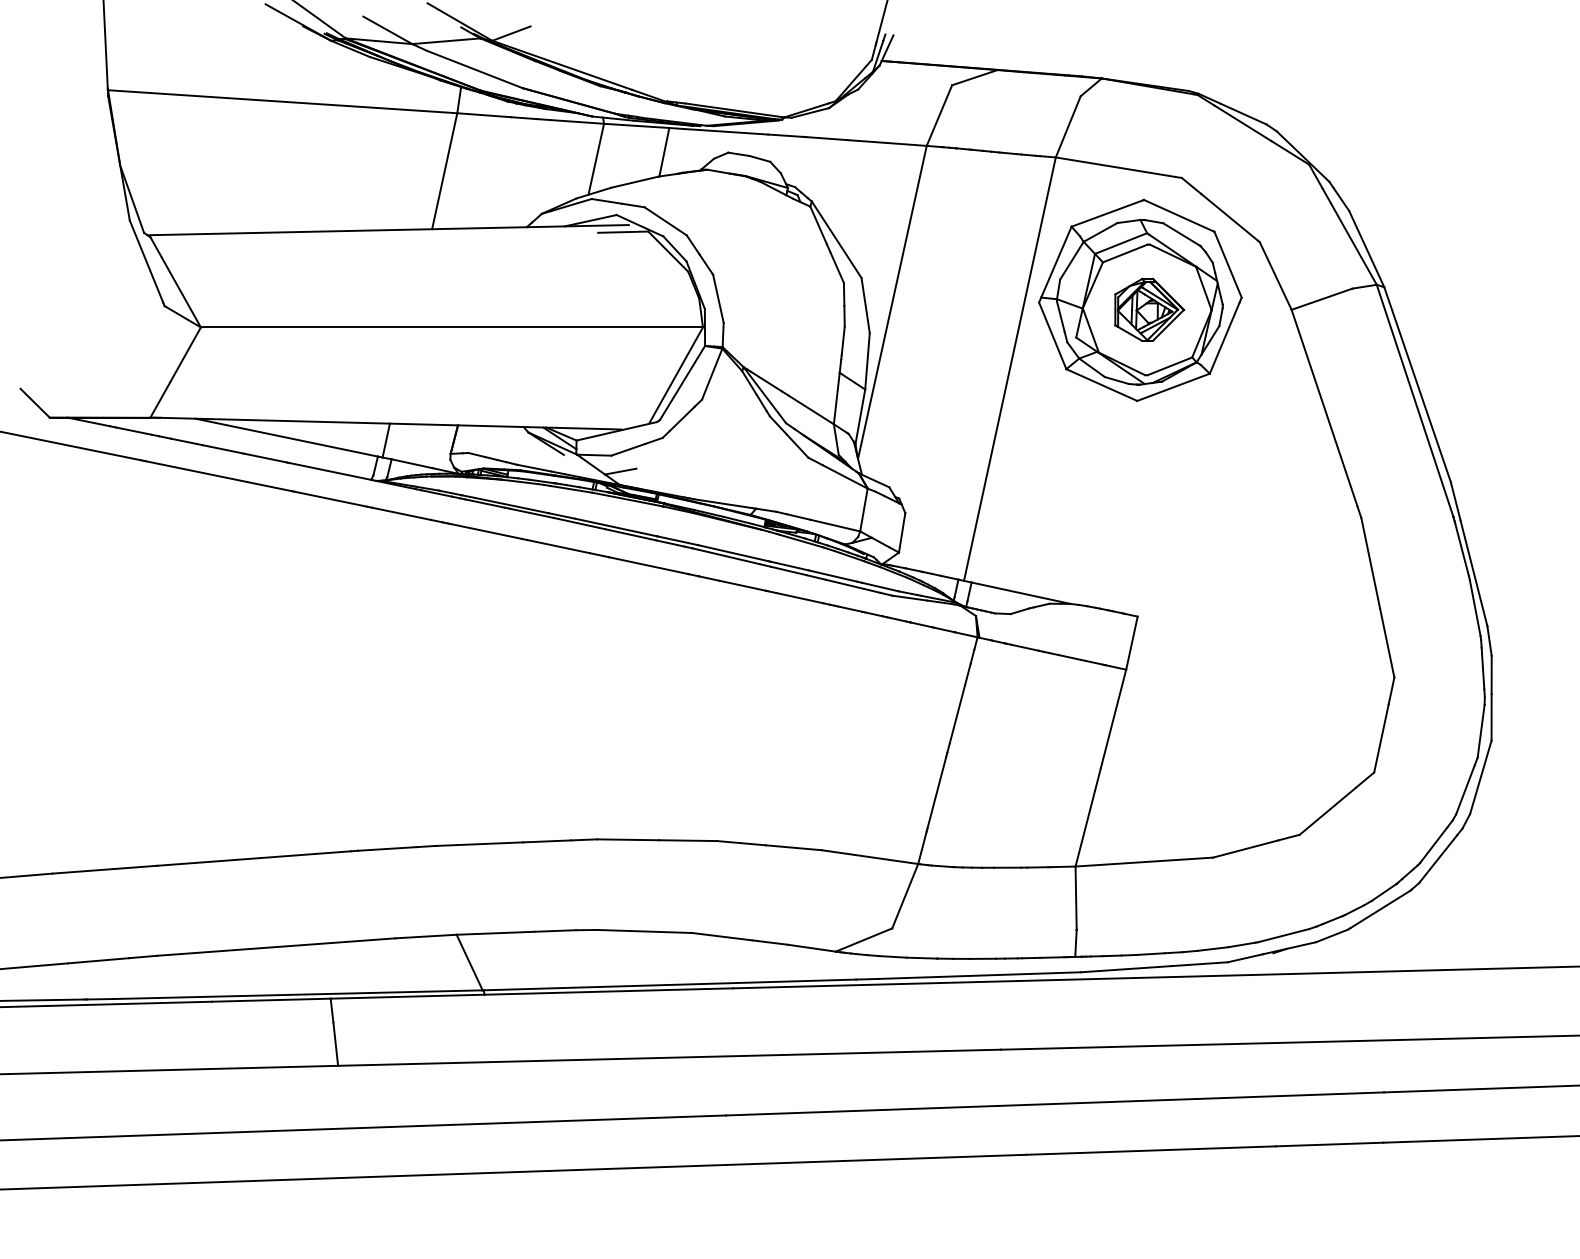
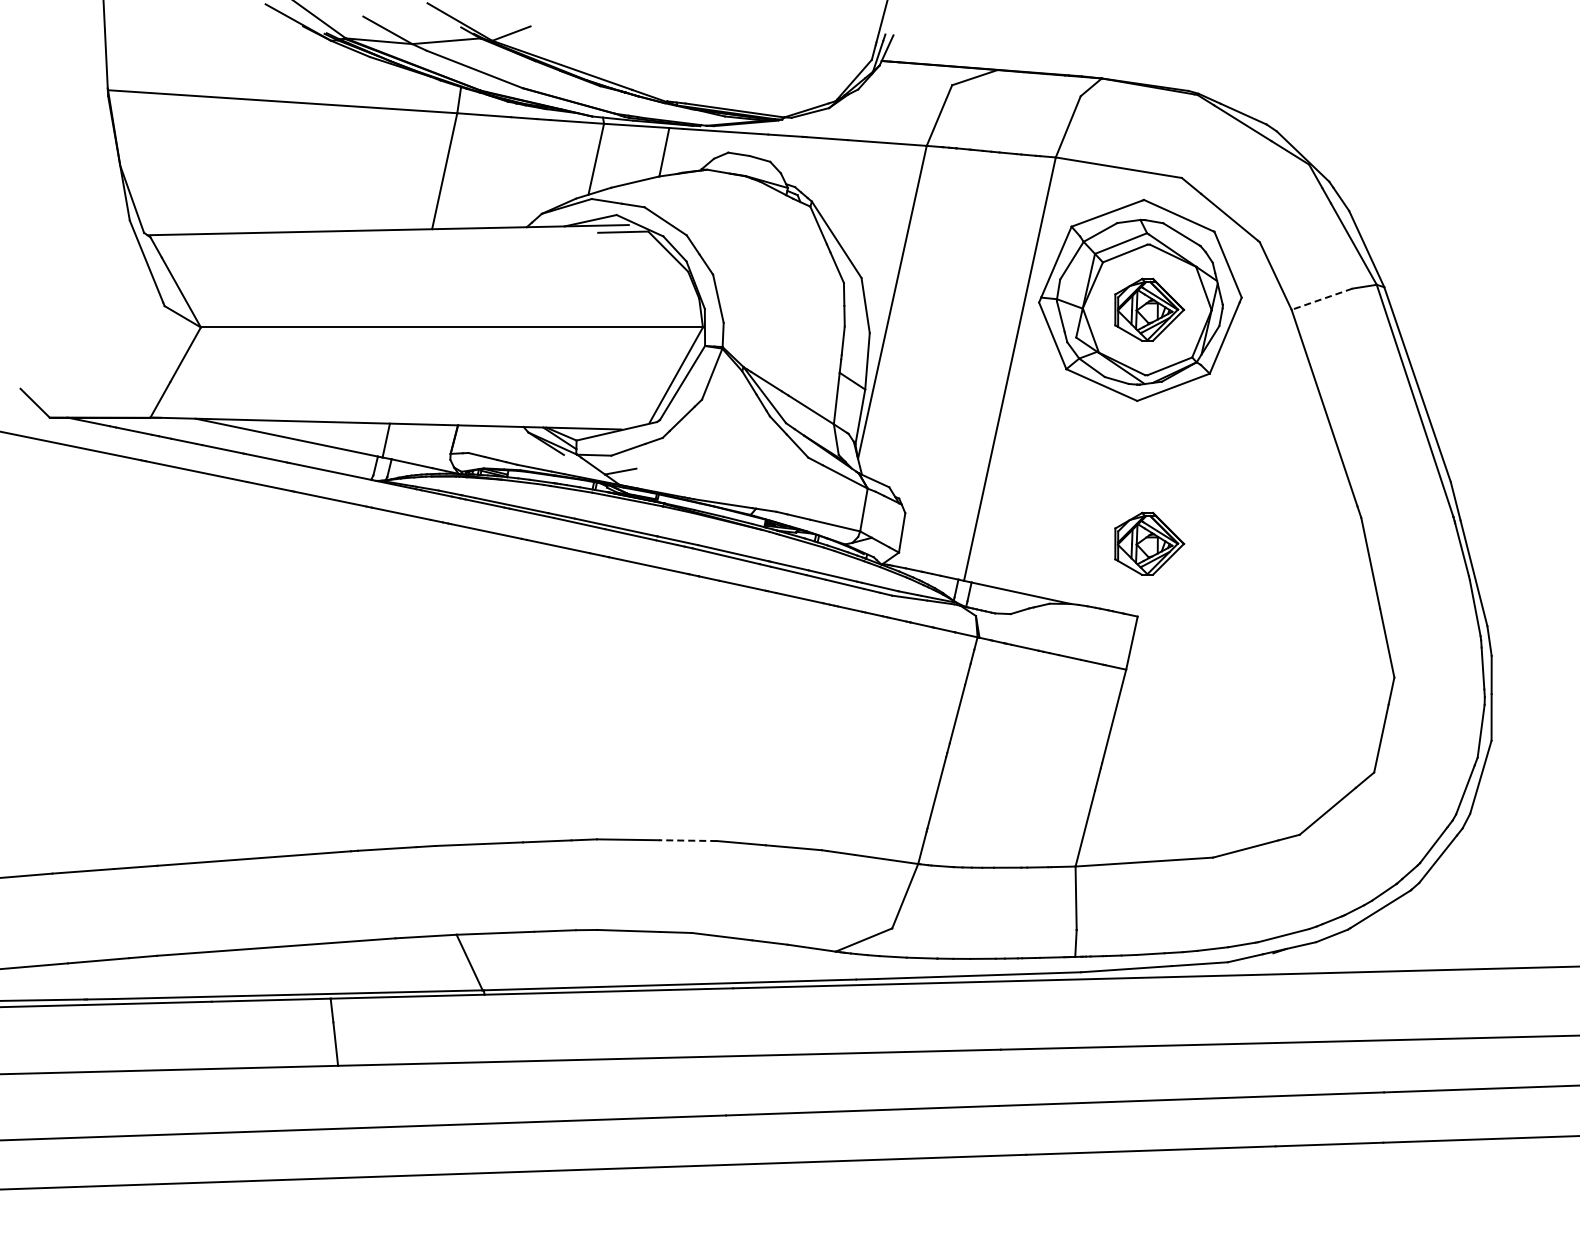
line at (1321, 299): solid -> dashed
part at (1149, 543): none -> present
line at (688, 840): solid -> dashed
